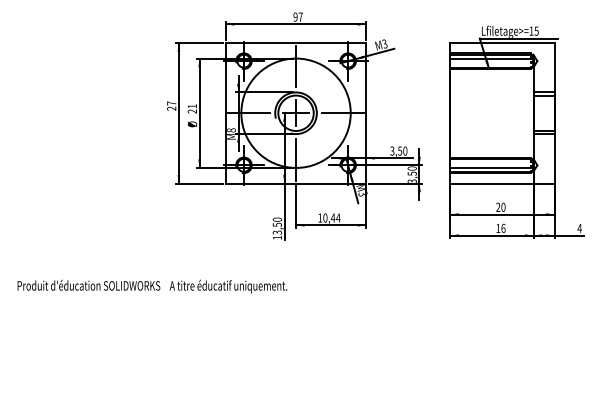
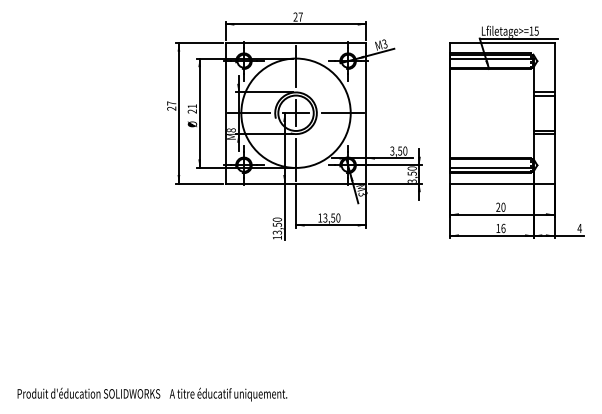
text at (295, 17): 97 -> 27
text at (331, 217): 10,44 -> 13,50
text at (152, 286) position: (152, 286) -> (152, 394)
